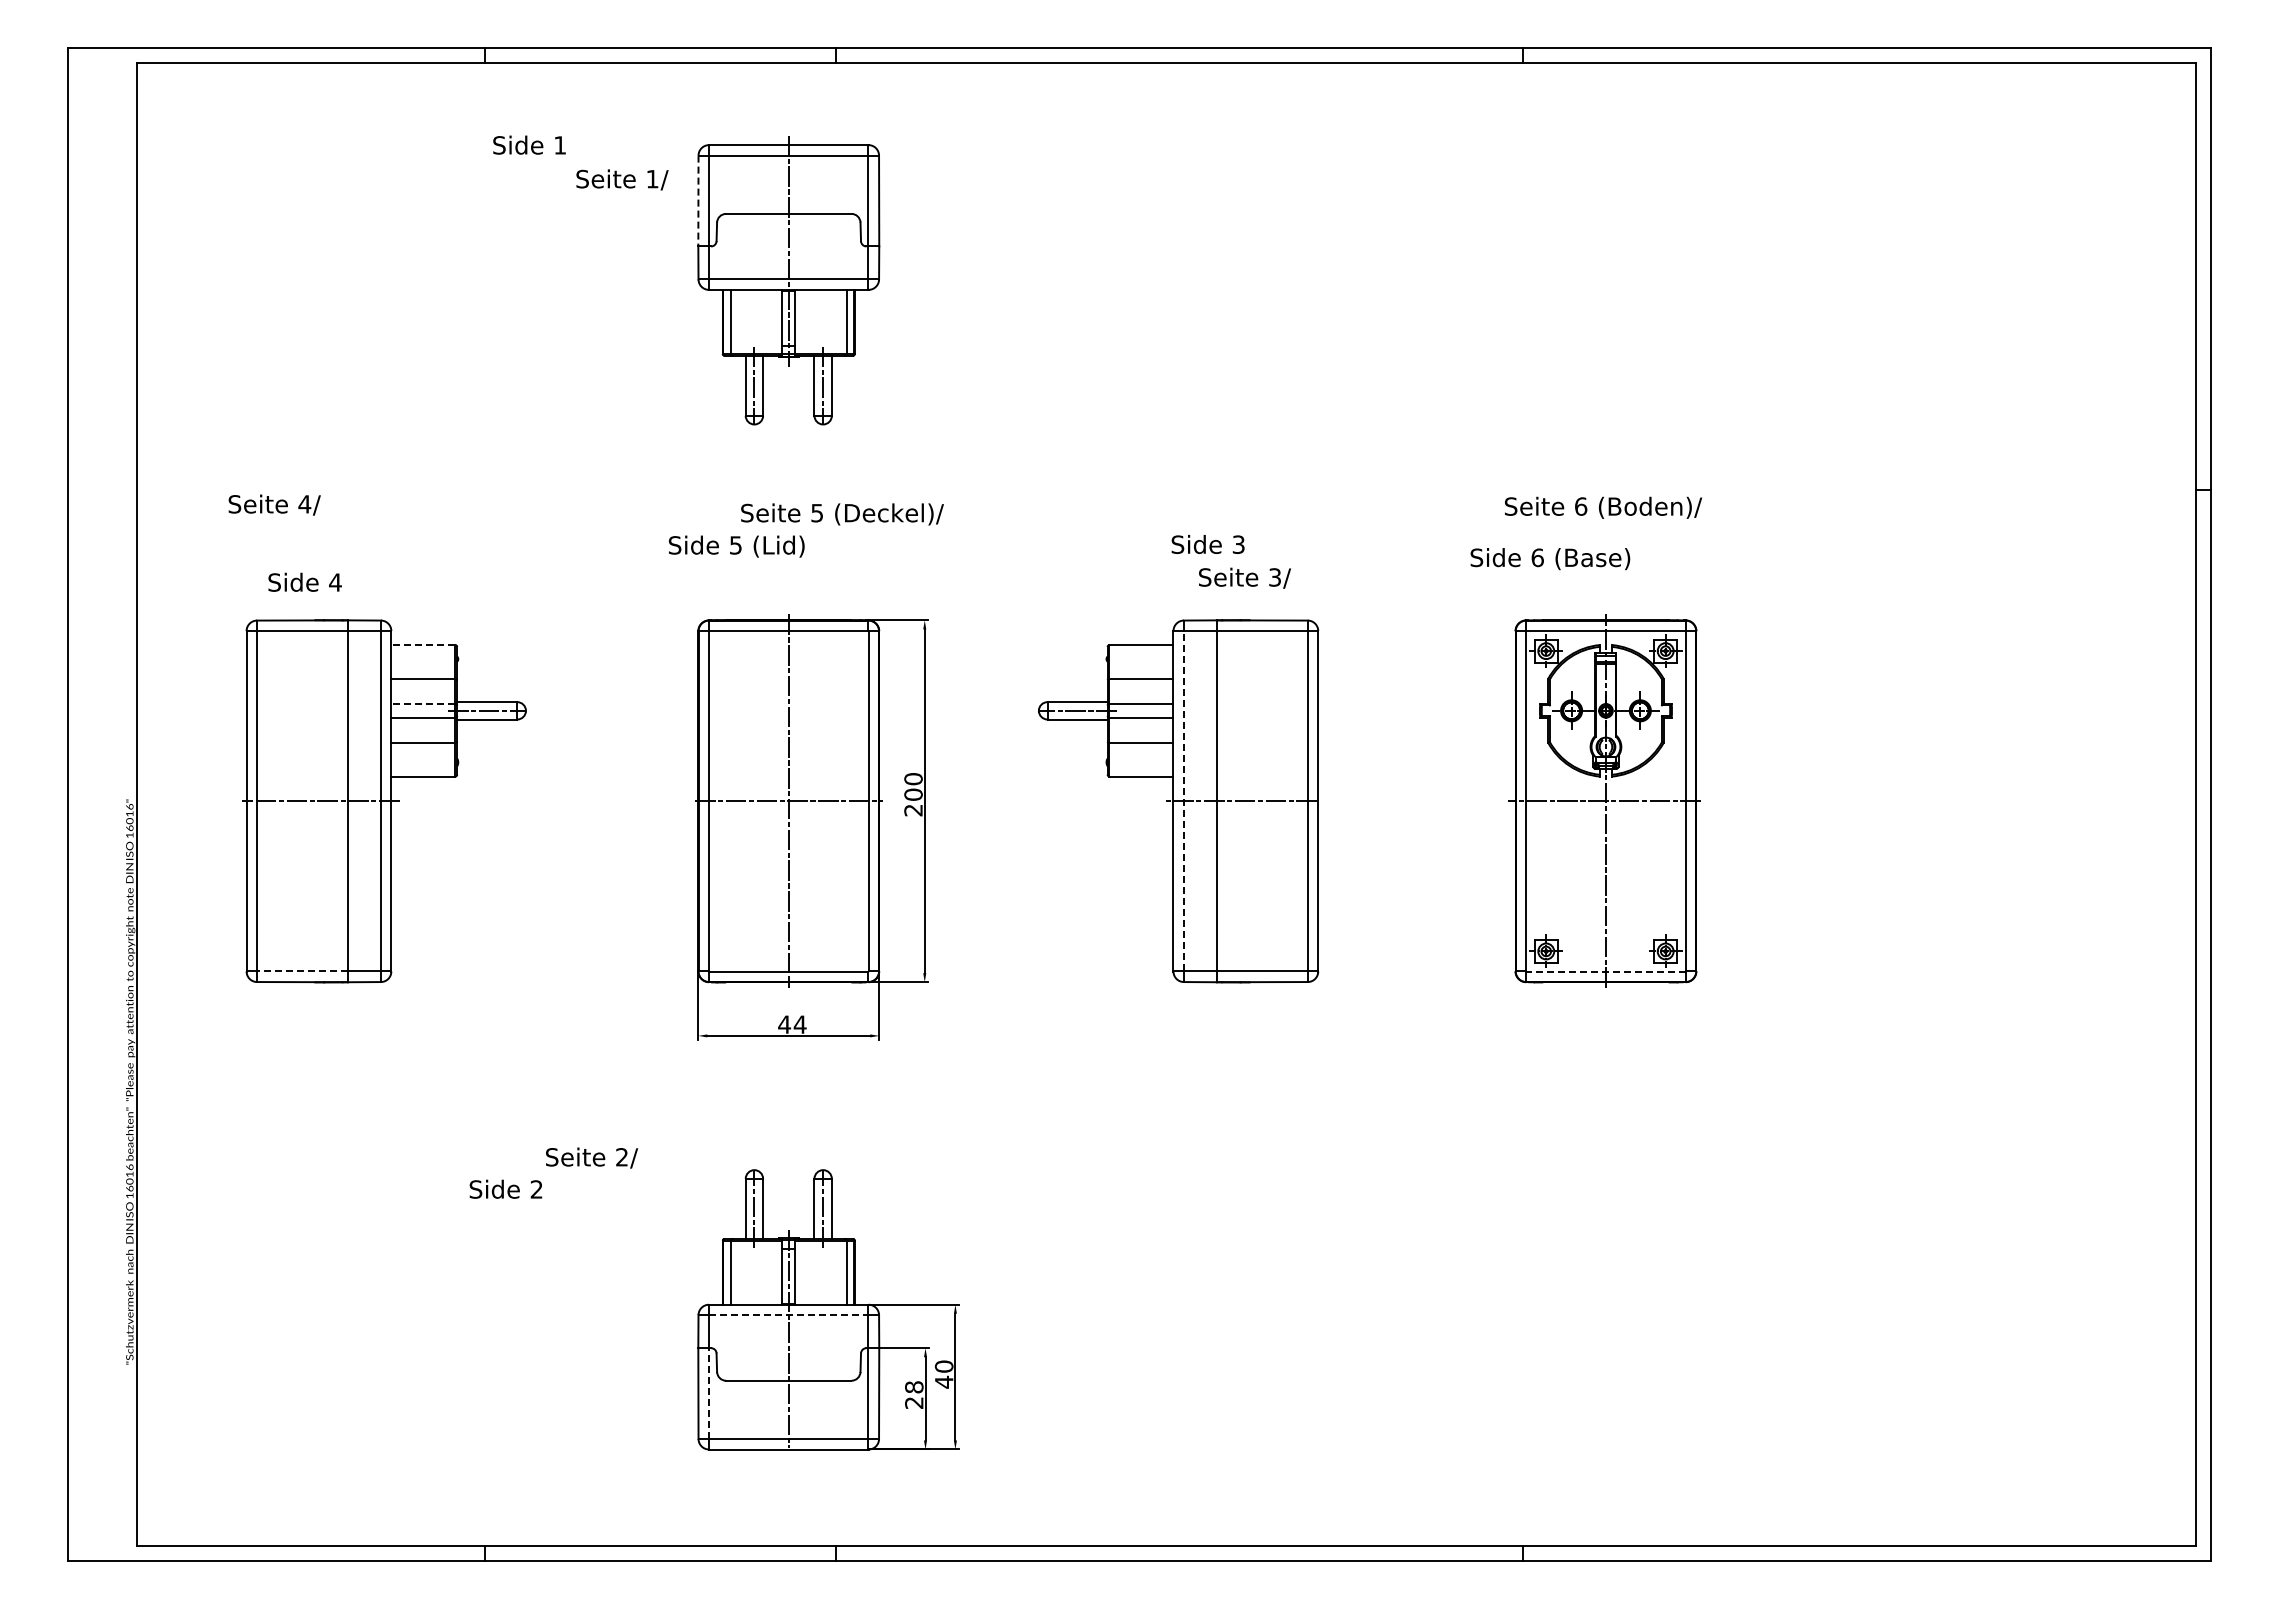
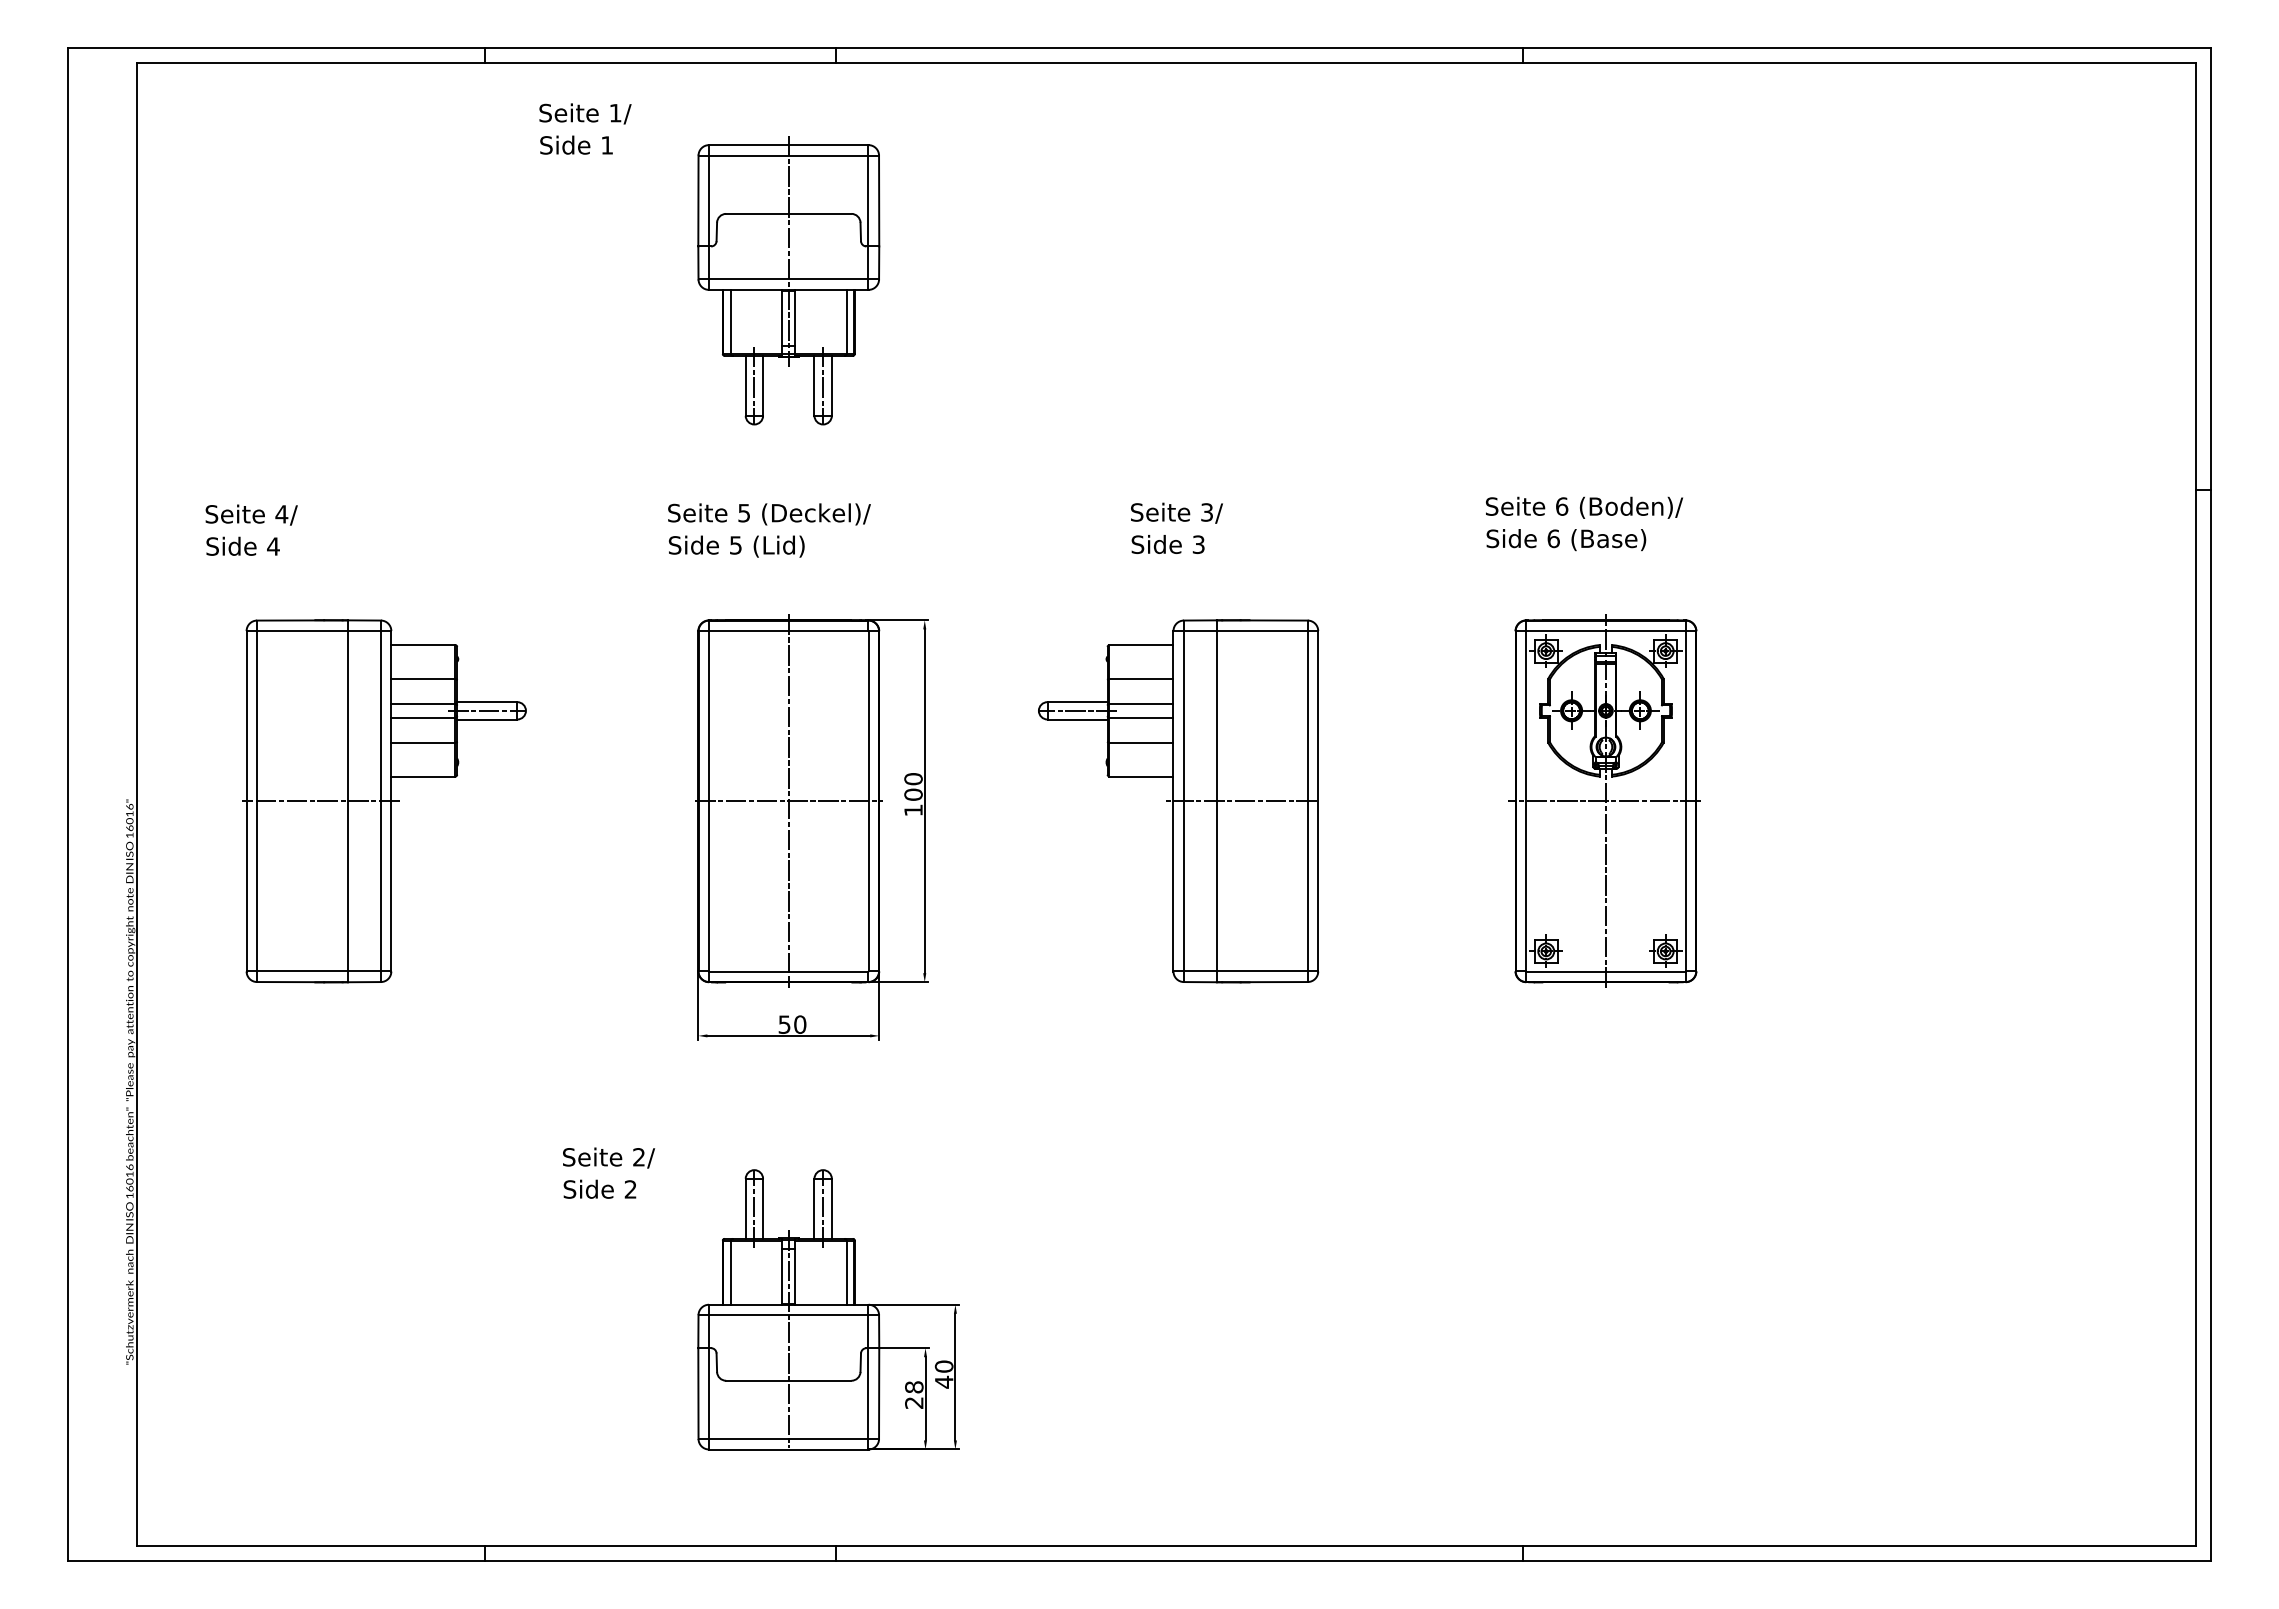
text at (529, 144) position: (529, 144) -> (576, 144)
text at (622, 179) position: (622, 179) -> (585, 113)
line at (698, 201): dashed -> solid
text at (274, 504) position: (274, 504) -> (251, 514)
text at (1603, 507) position: (1603, 507) -> (1584, 507)
text at (842, 514) position: (842, 514) -> (769, 514)
text at (1207, 544) position: (1207, 544) -> (1167, 544)
text at (1550, 559) position: (1550, 559) -> (1566, 540)
text at (1244, 577) position: (1244, 577) -> (1176, 512)
text at (304, 581) position: (304, 581) -> (242, 545)
line at (422, 645): dashed -> solid
line at (422, 703): dashed -> solid
line at (1183, 800): dashed -> solid
text at (913, 810): 200 -> 100
line at (302, 971): dashed -> solid
line at (1605, 971): dashed -> solid
text at (792, 1024): 44 -> 50
text at (592, 1157) position: (592, 1157) -> (609, 1157)
text at (505, 1188) position: (505, 1188) -> (599, 1188)
line at (788, 1315): dashed -> solid
line at (709, 1393): dashed -> solid
